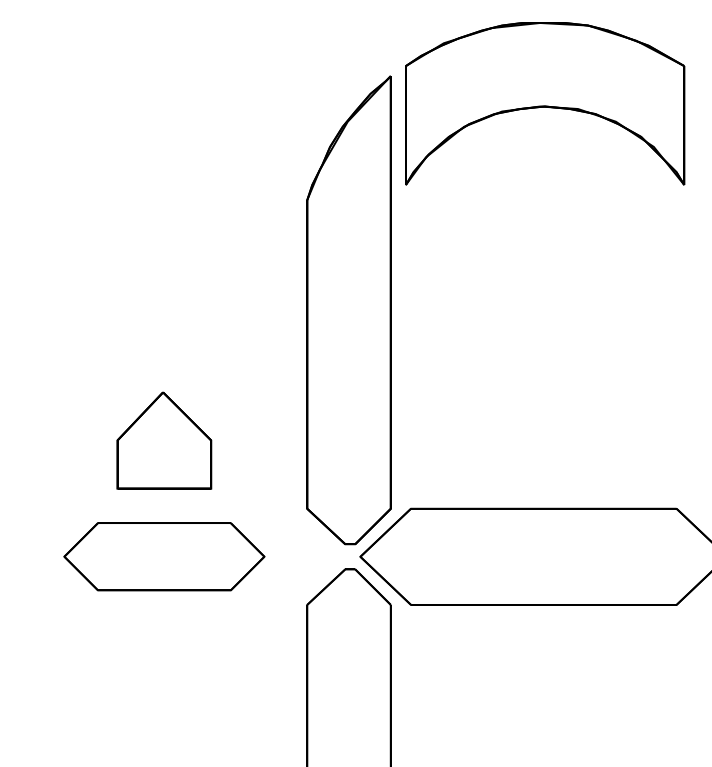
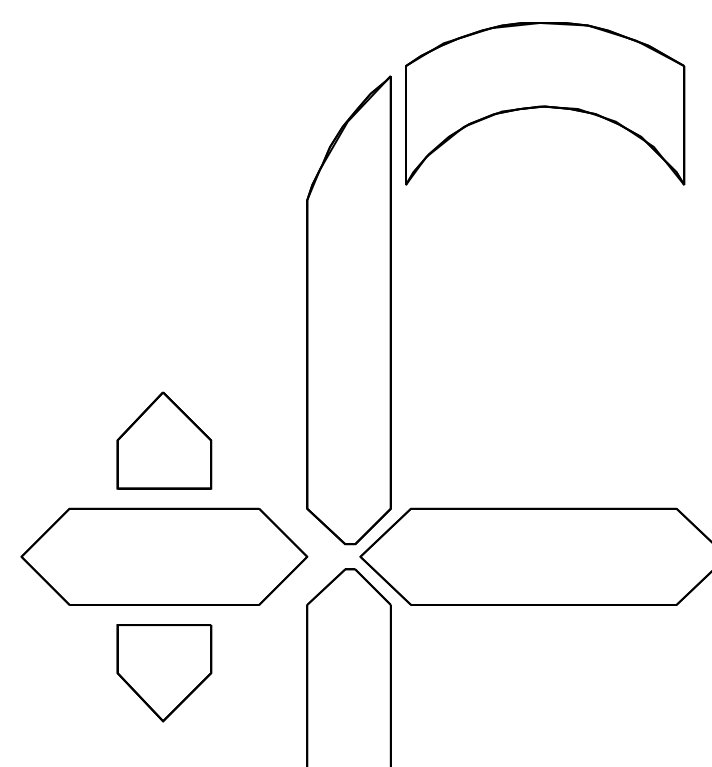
part at (164, 556) size: 203x70 px -> 289x99 px
part at (164, 673): none -> present
